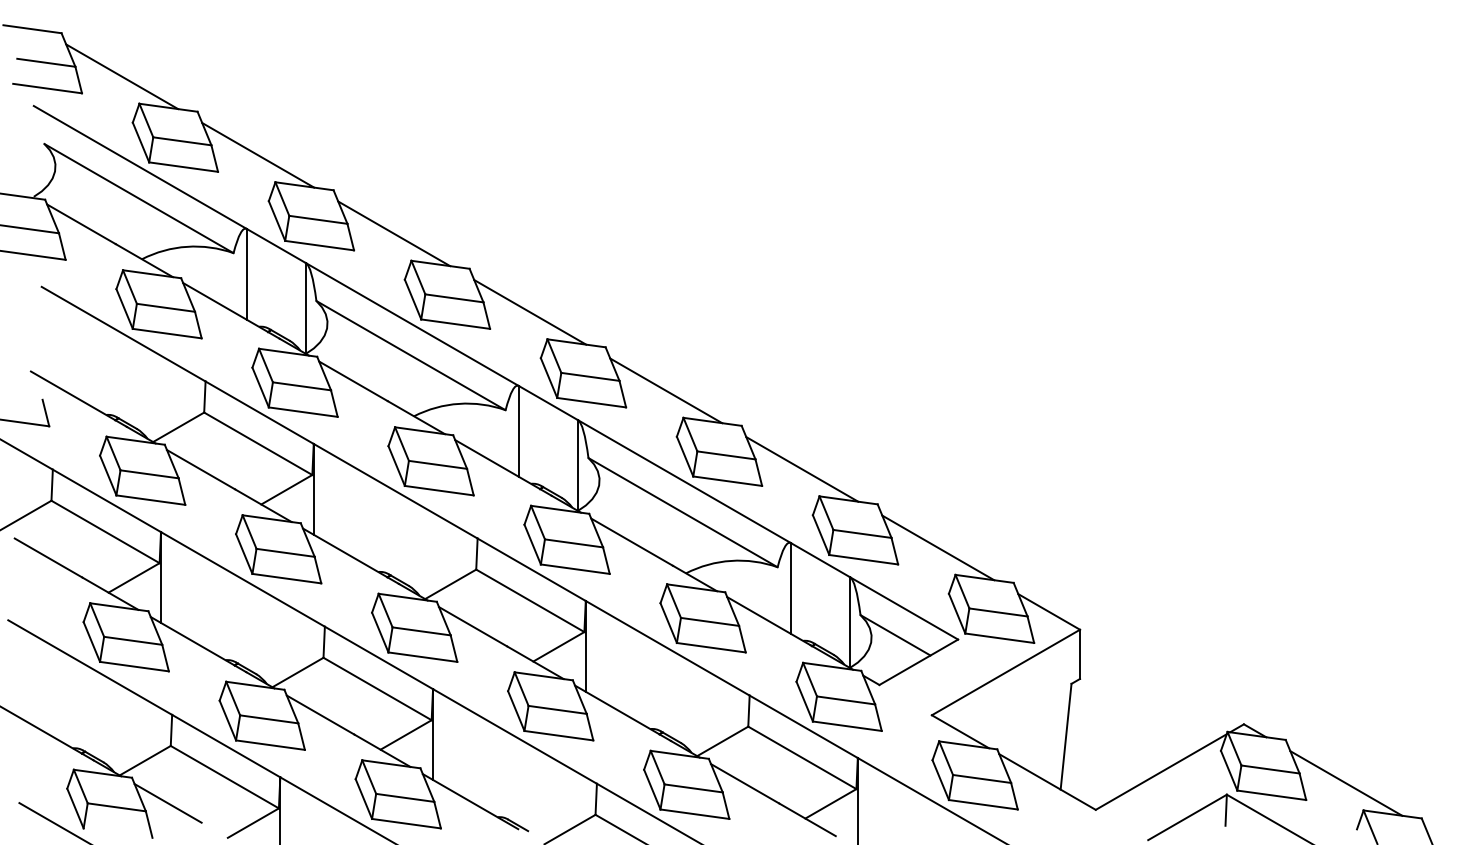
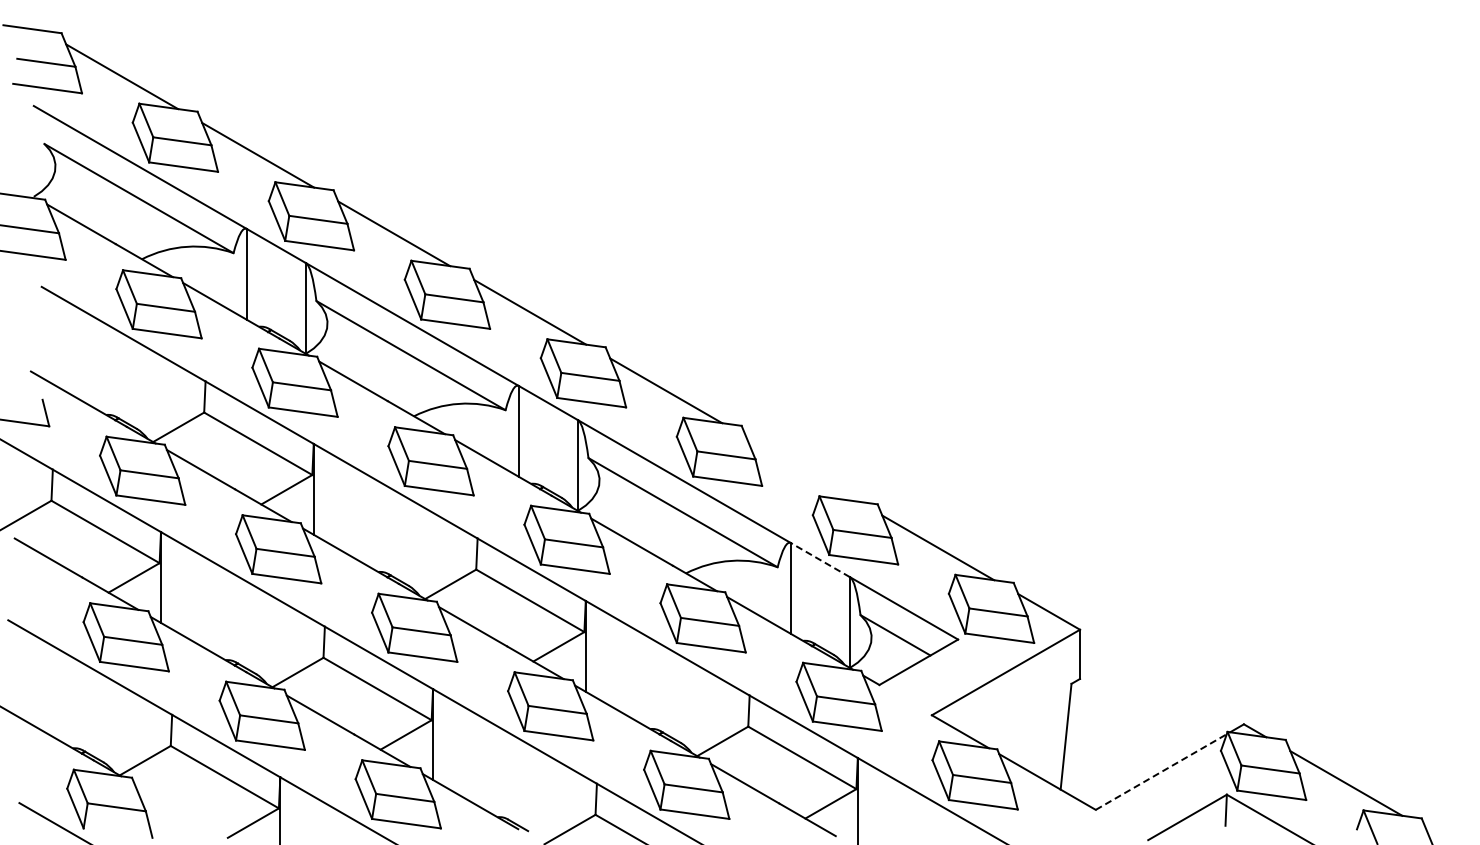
line at (802, 469): present -> none
line at (820, 559): solid -> dashed
line at (1161, 772): solid -> dashed
line at (167, 803): present -> none
